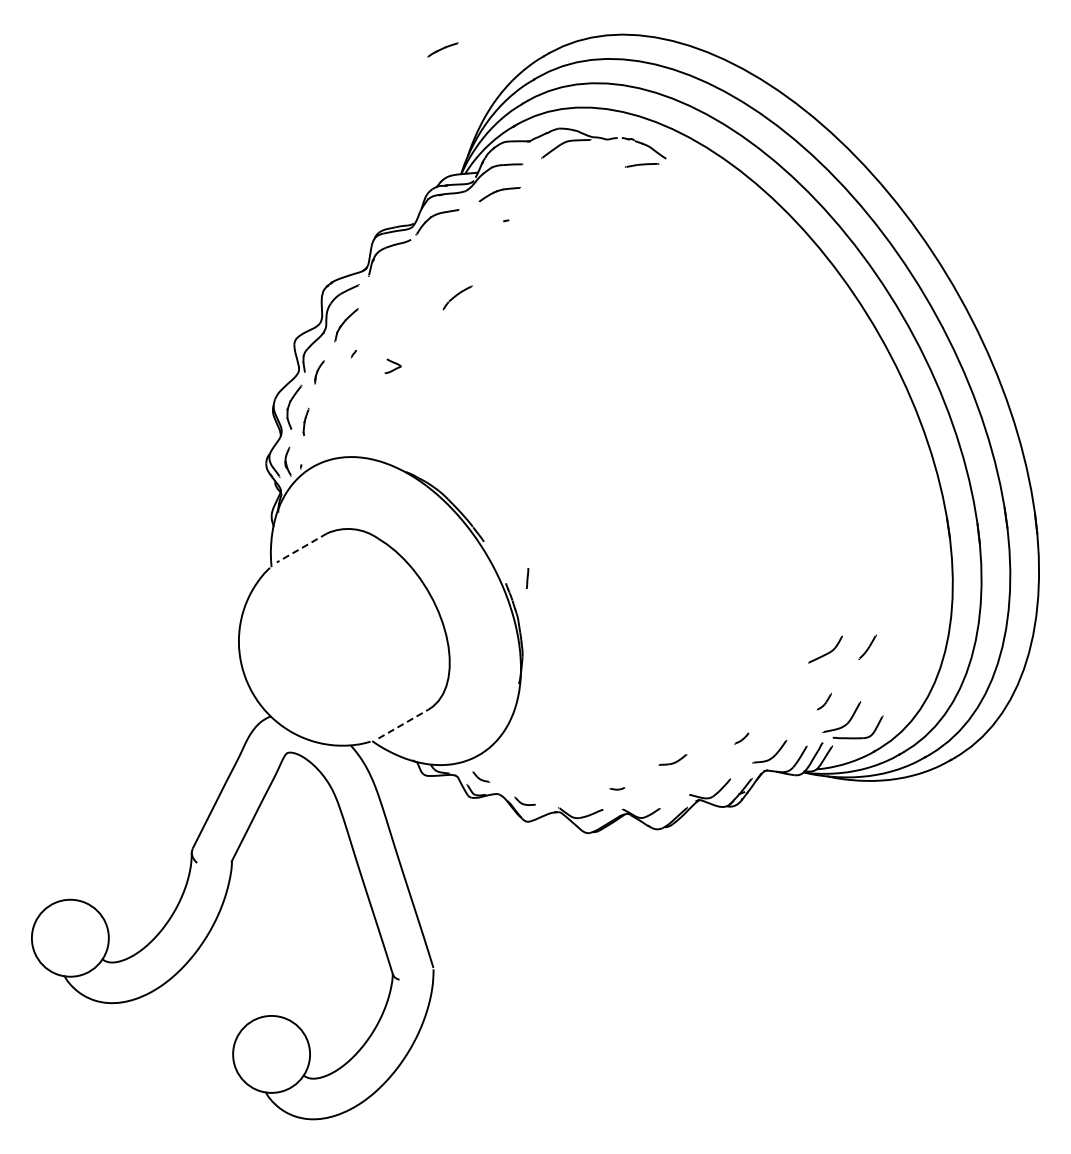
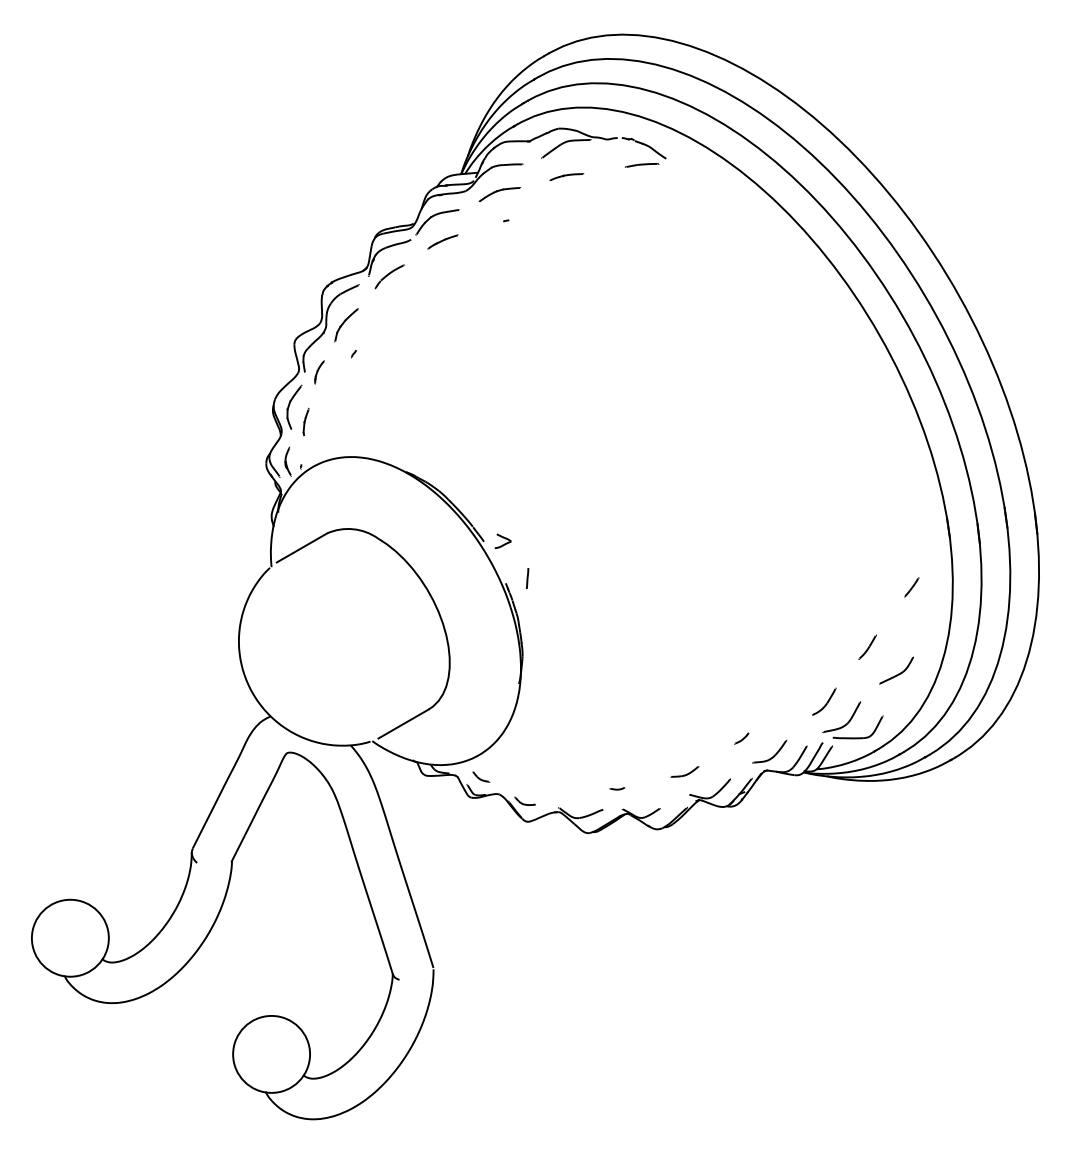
part at (442, 49) position: (442, 49) -> (442, 241)
part at (566, 176): none -> present
part at (457, 297) position: (457, 297) -> (389, 276)
part at (392, 365) position: (392, 365) -> (502, 540)
line at (301, 548): dashed -> solid
line at (911, 587): none -> present
part at (825, 649) position: (825, 649) -> (896, 670)
part at (824, 701) size: 15x19 px -> 25x29 px
line at (404, 723): dashed -> solid
part at (672, 759) position: (672, 759) -> (684, 771)
